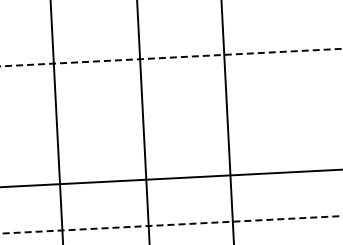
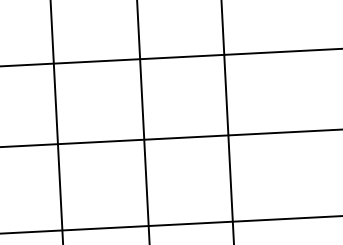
line at (171, 57): dashed -> solid
line at (170, 178) position: (170, 178) -> (170, 138)
line at (172, 224): dashed -> solid
